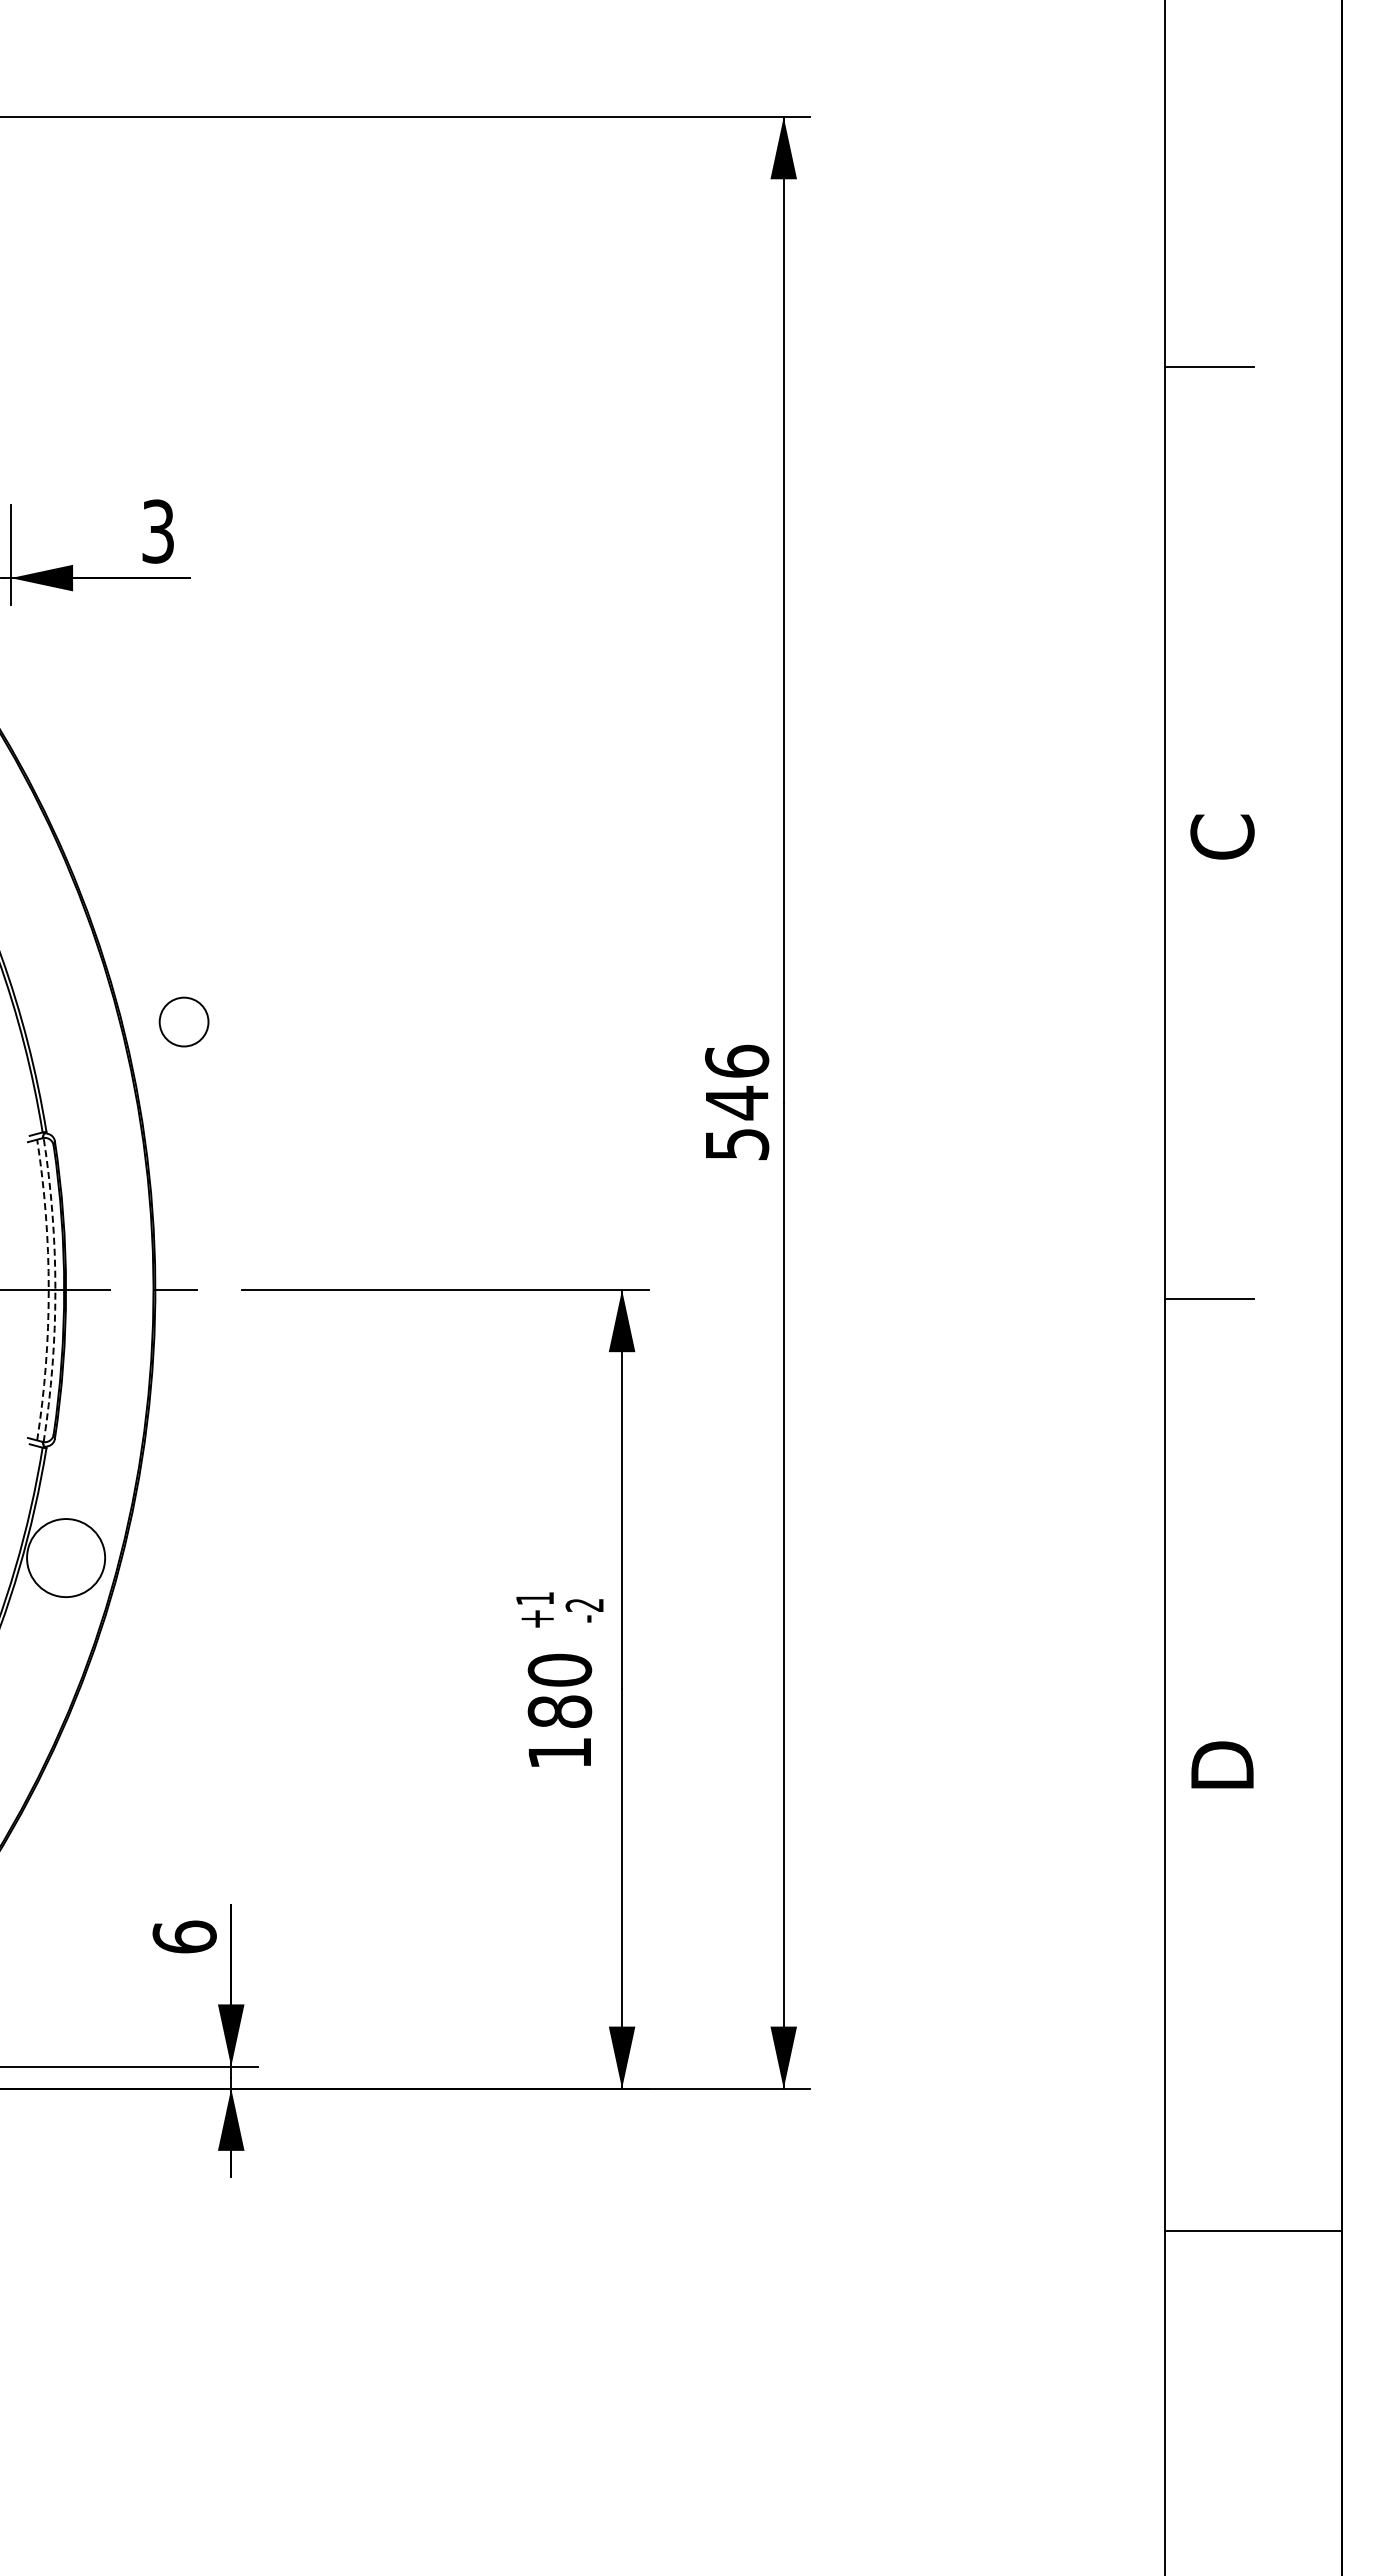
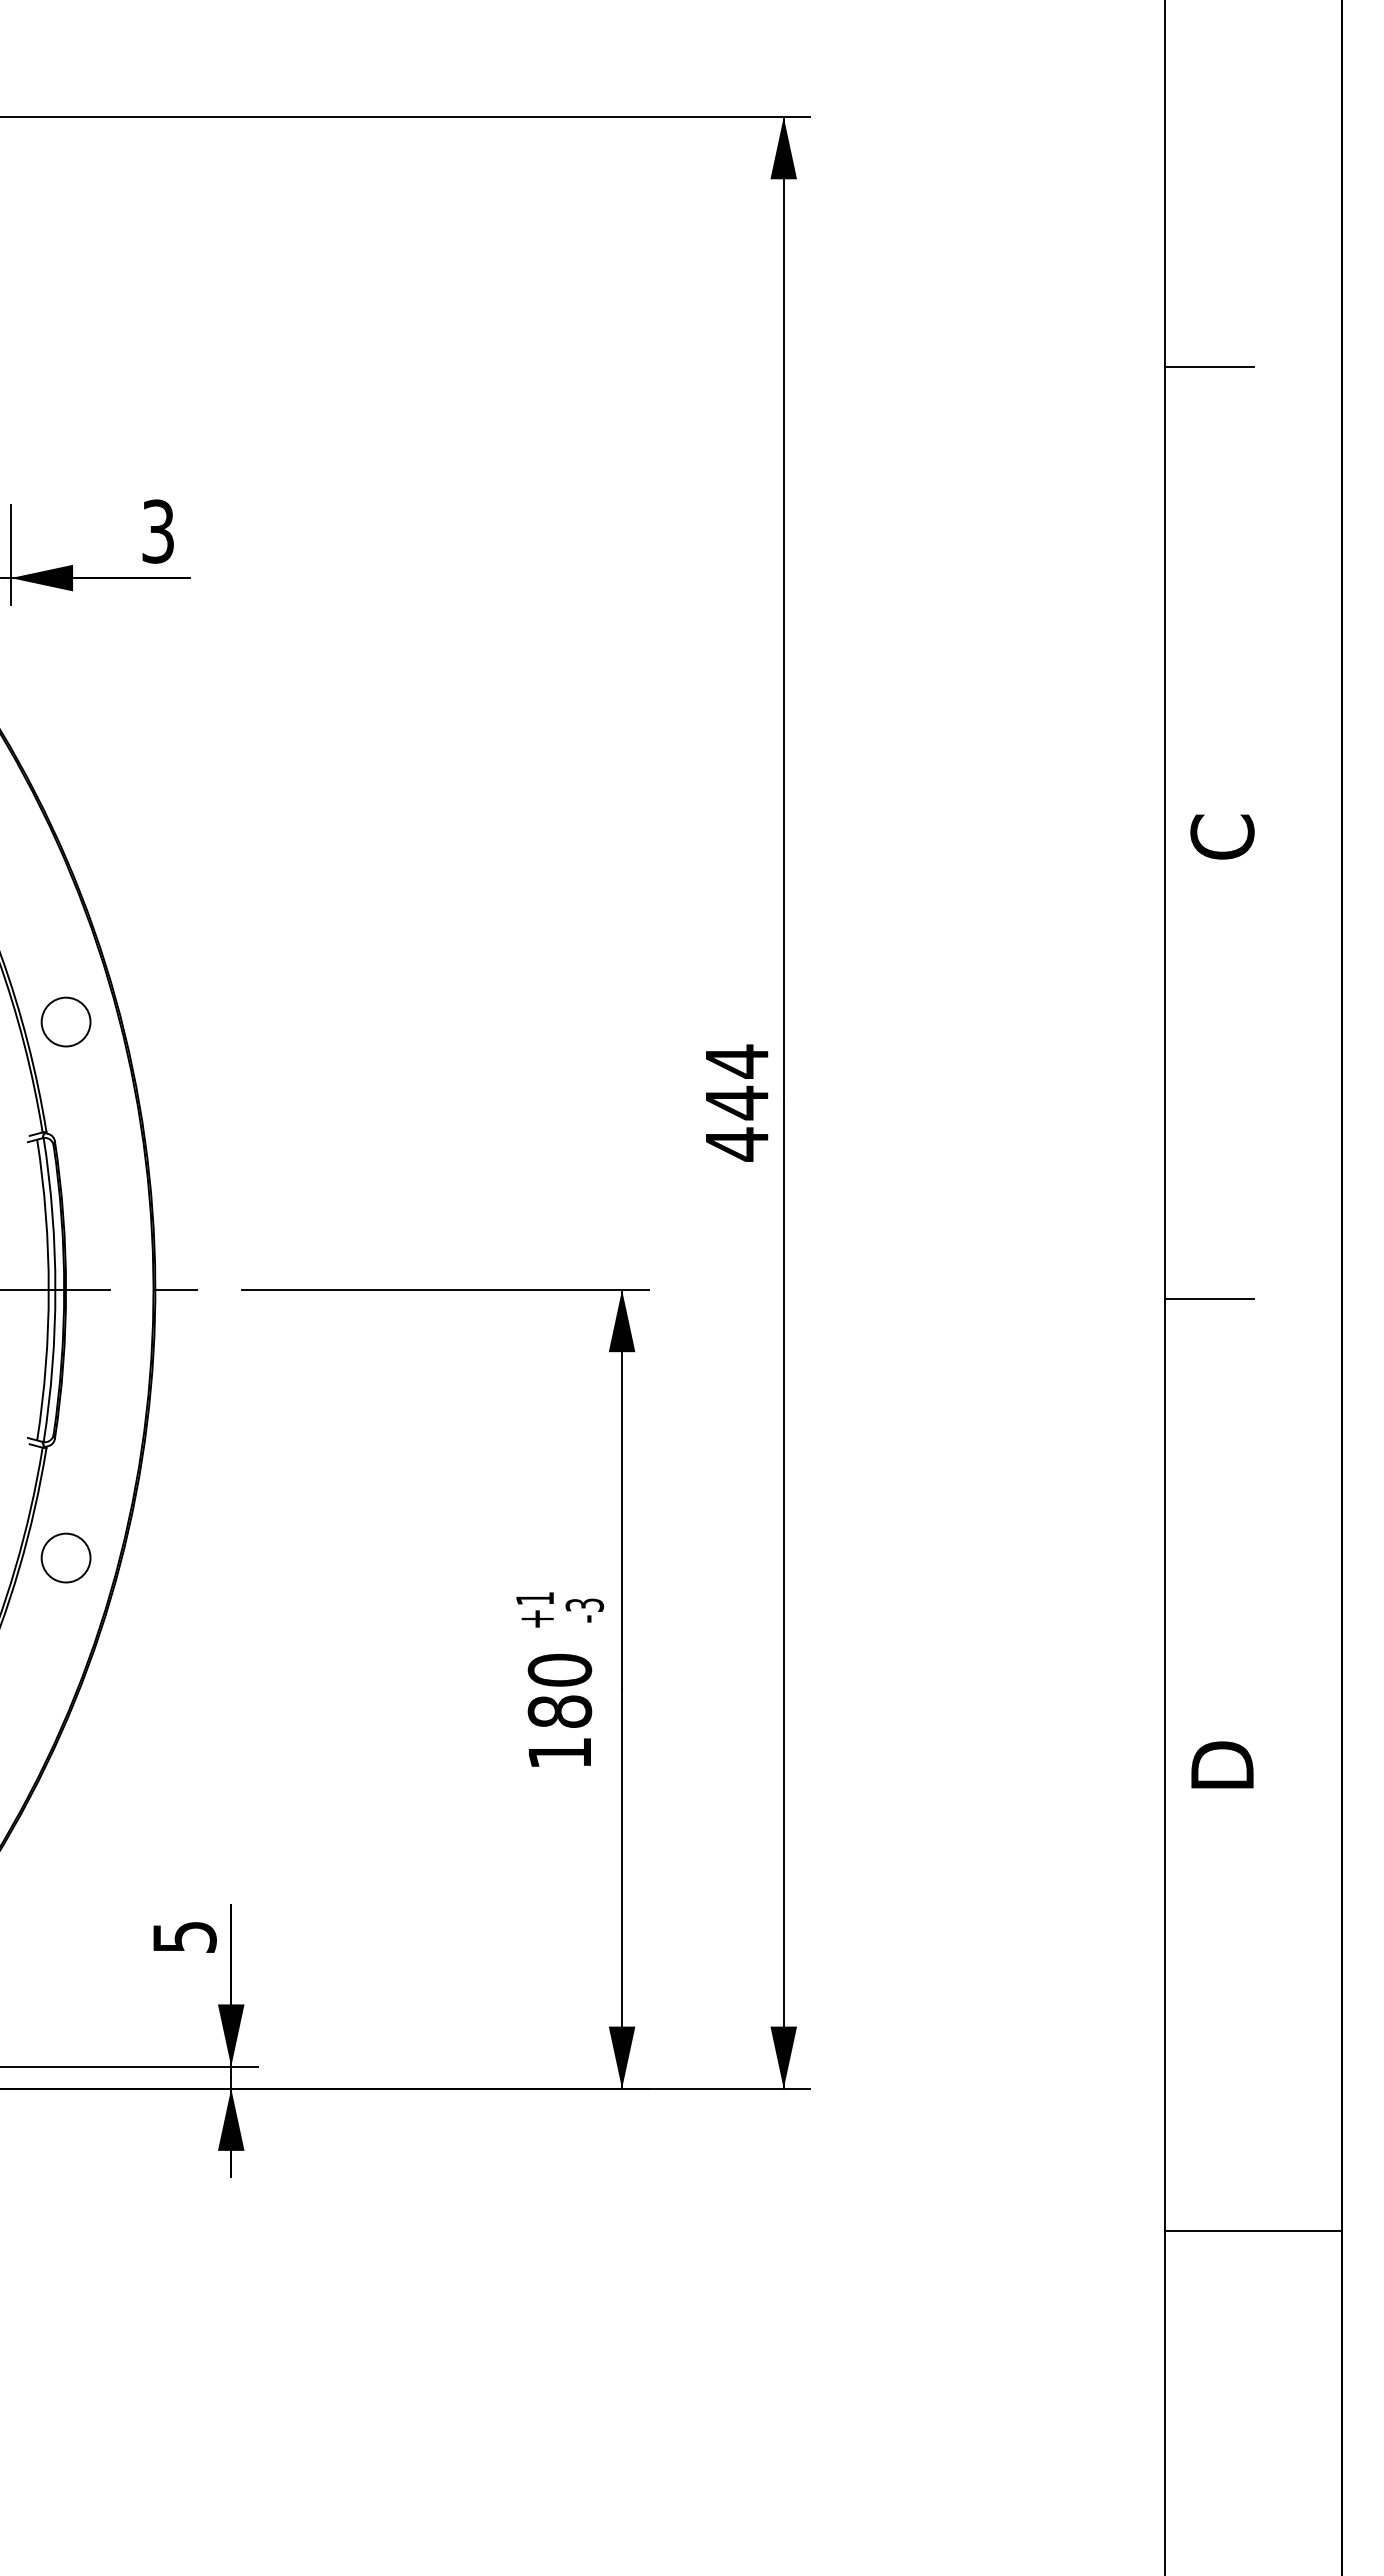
circle at (183, 1021) position: (183, 1021) -> (65, 1021)
text at (737, 1102): 546 -> 444
arc at (48, 1290): dashed -> solid
arc at (55, 1290): dashed -> solid
circle at (66, 1558) diameter: 78 px -> 49 px
text at (584, 1604): -2 -> -3
text at (184, 1936): 6 -> 5
